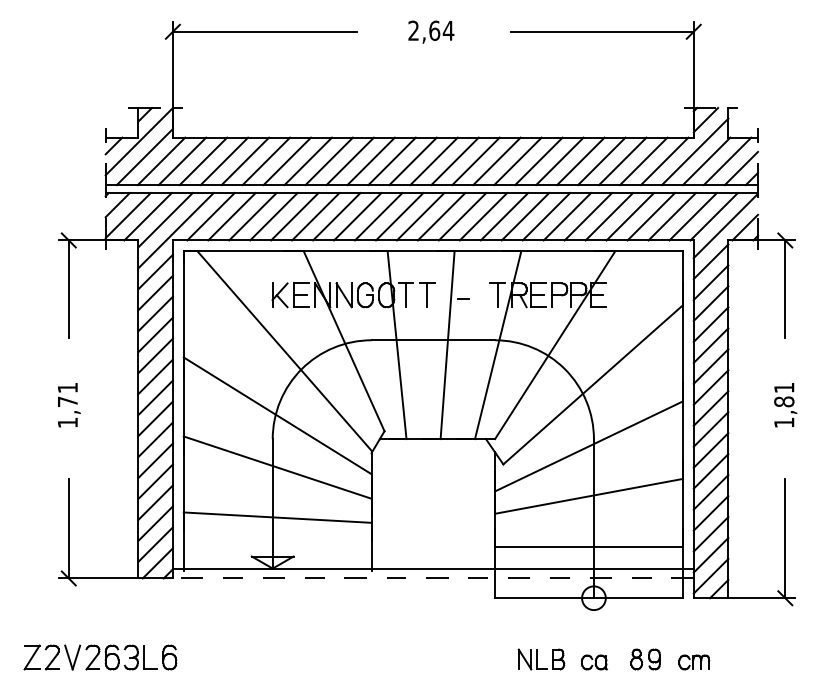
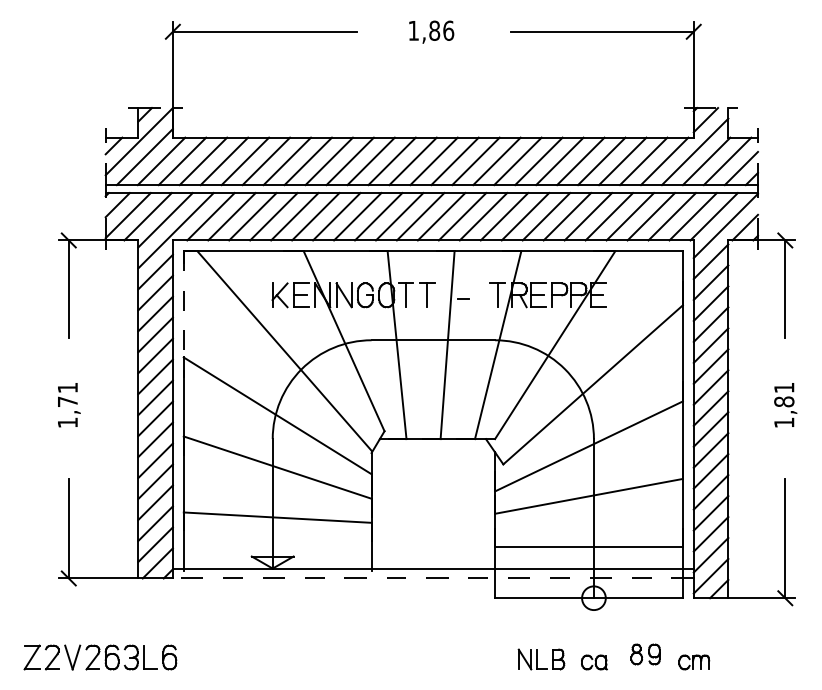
text at (431, 30): 2,64 -> 1,86
line at (183, 314): solid -> dashed
part at (645, 659) position: (645, 659) -> (645, 654)
